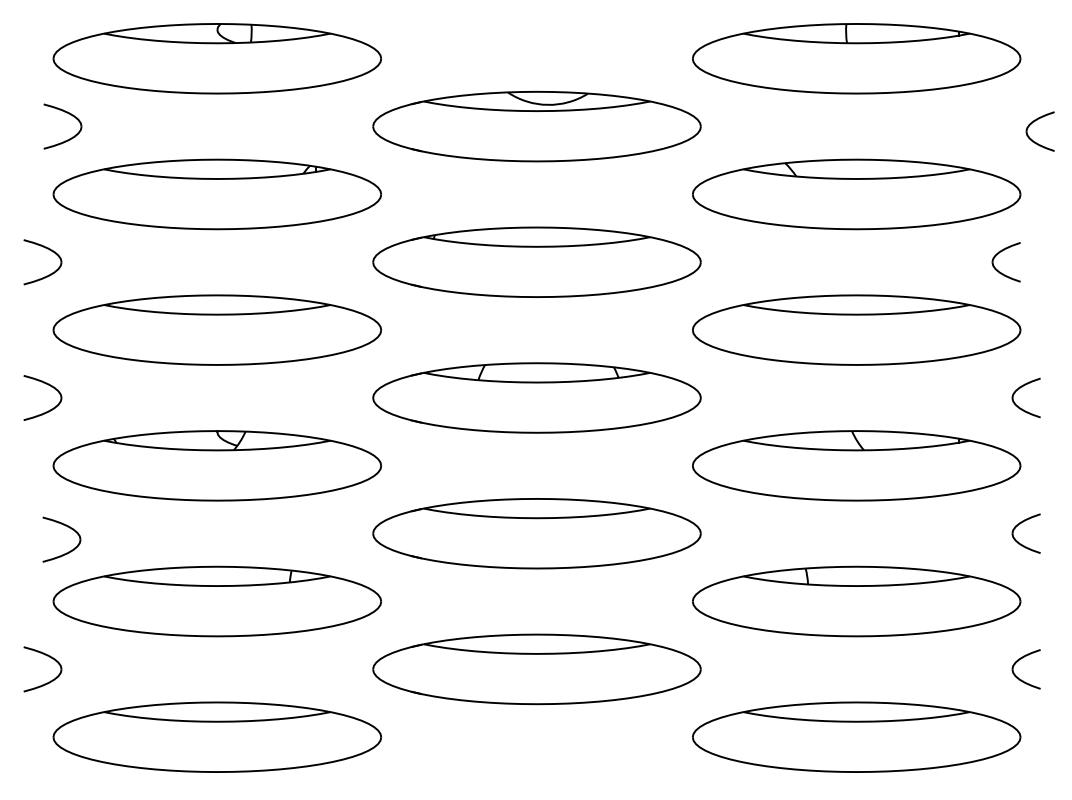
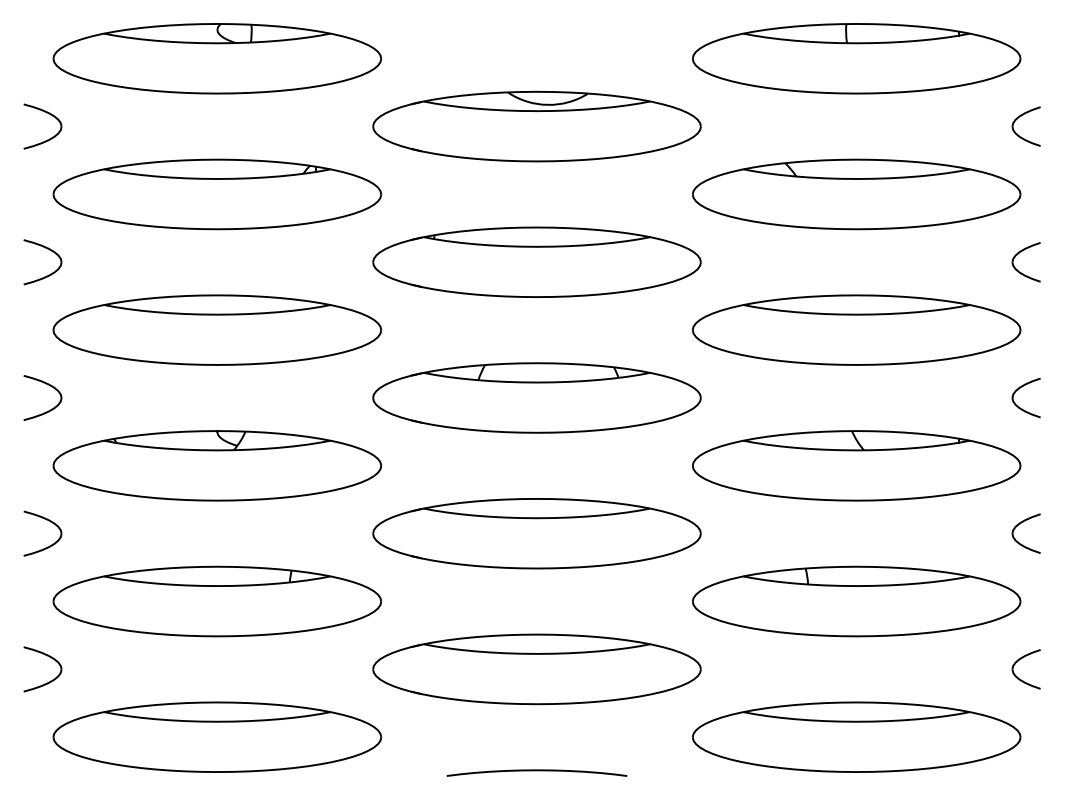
part at (66, 113) position: (66, 113) -> (46, 113)
part at (1032, 123) position: (1032, 123) -> (1018, 118)
part at (1000, 271) position: (1000, 271) -> (1020, 271)
part at (67, 527) position: (67, 527) -> (48, 521)
curve at (536, 771): none -> present
